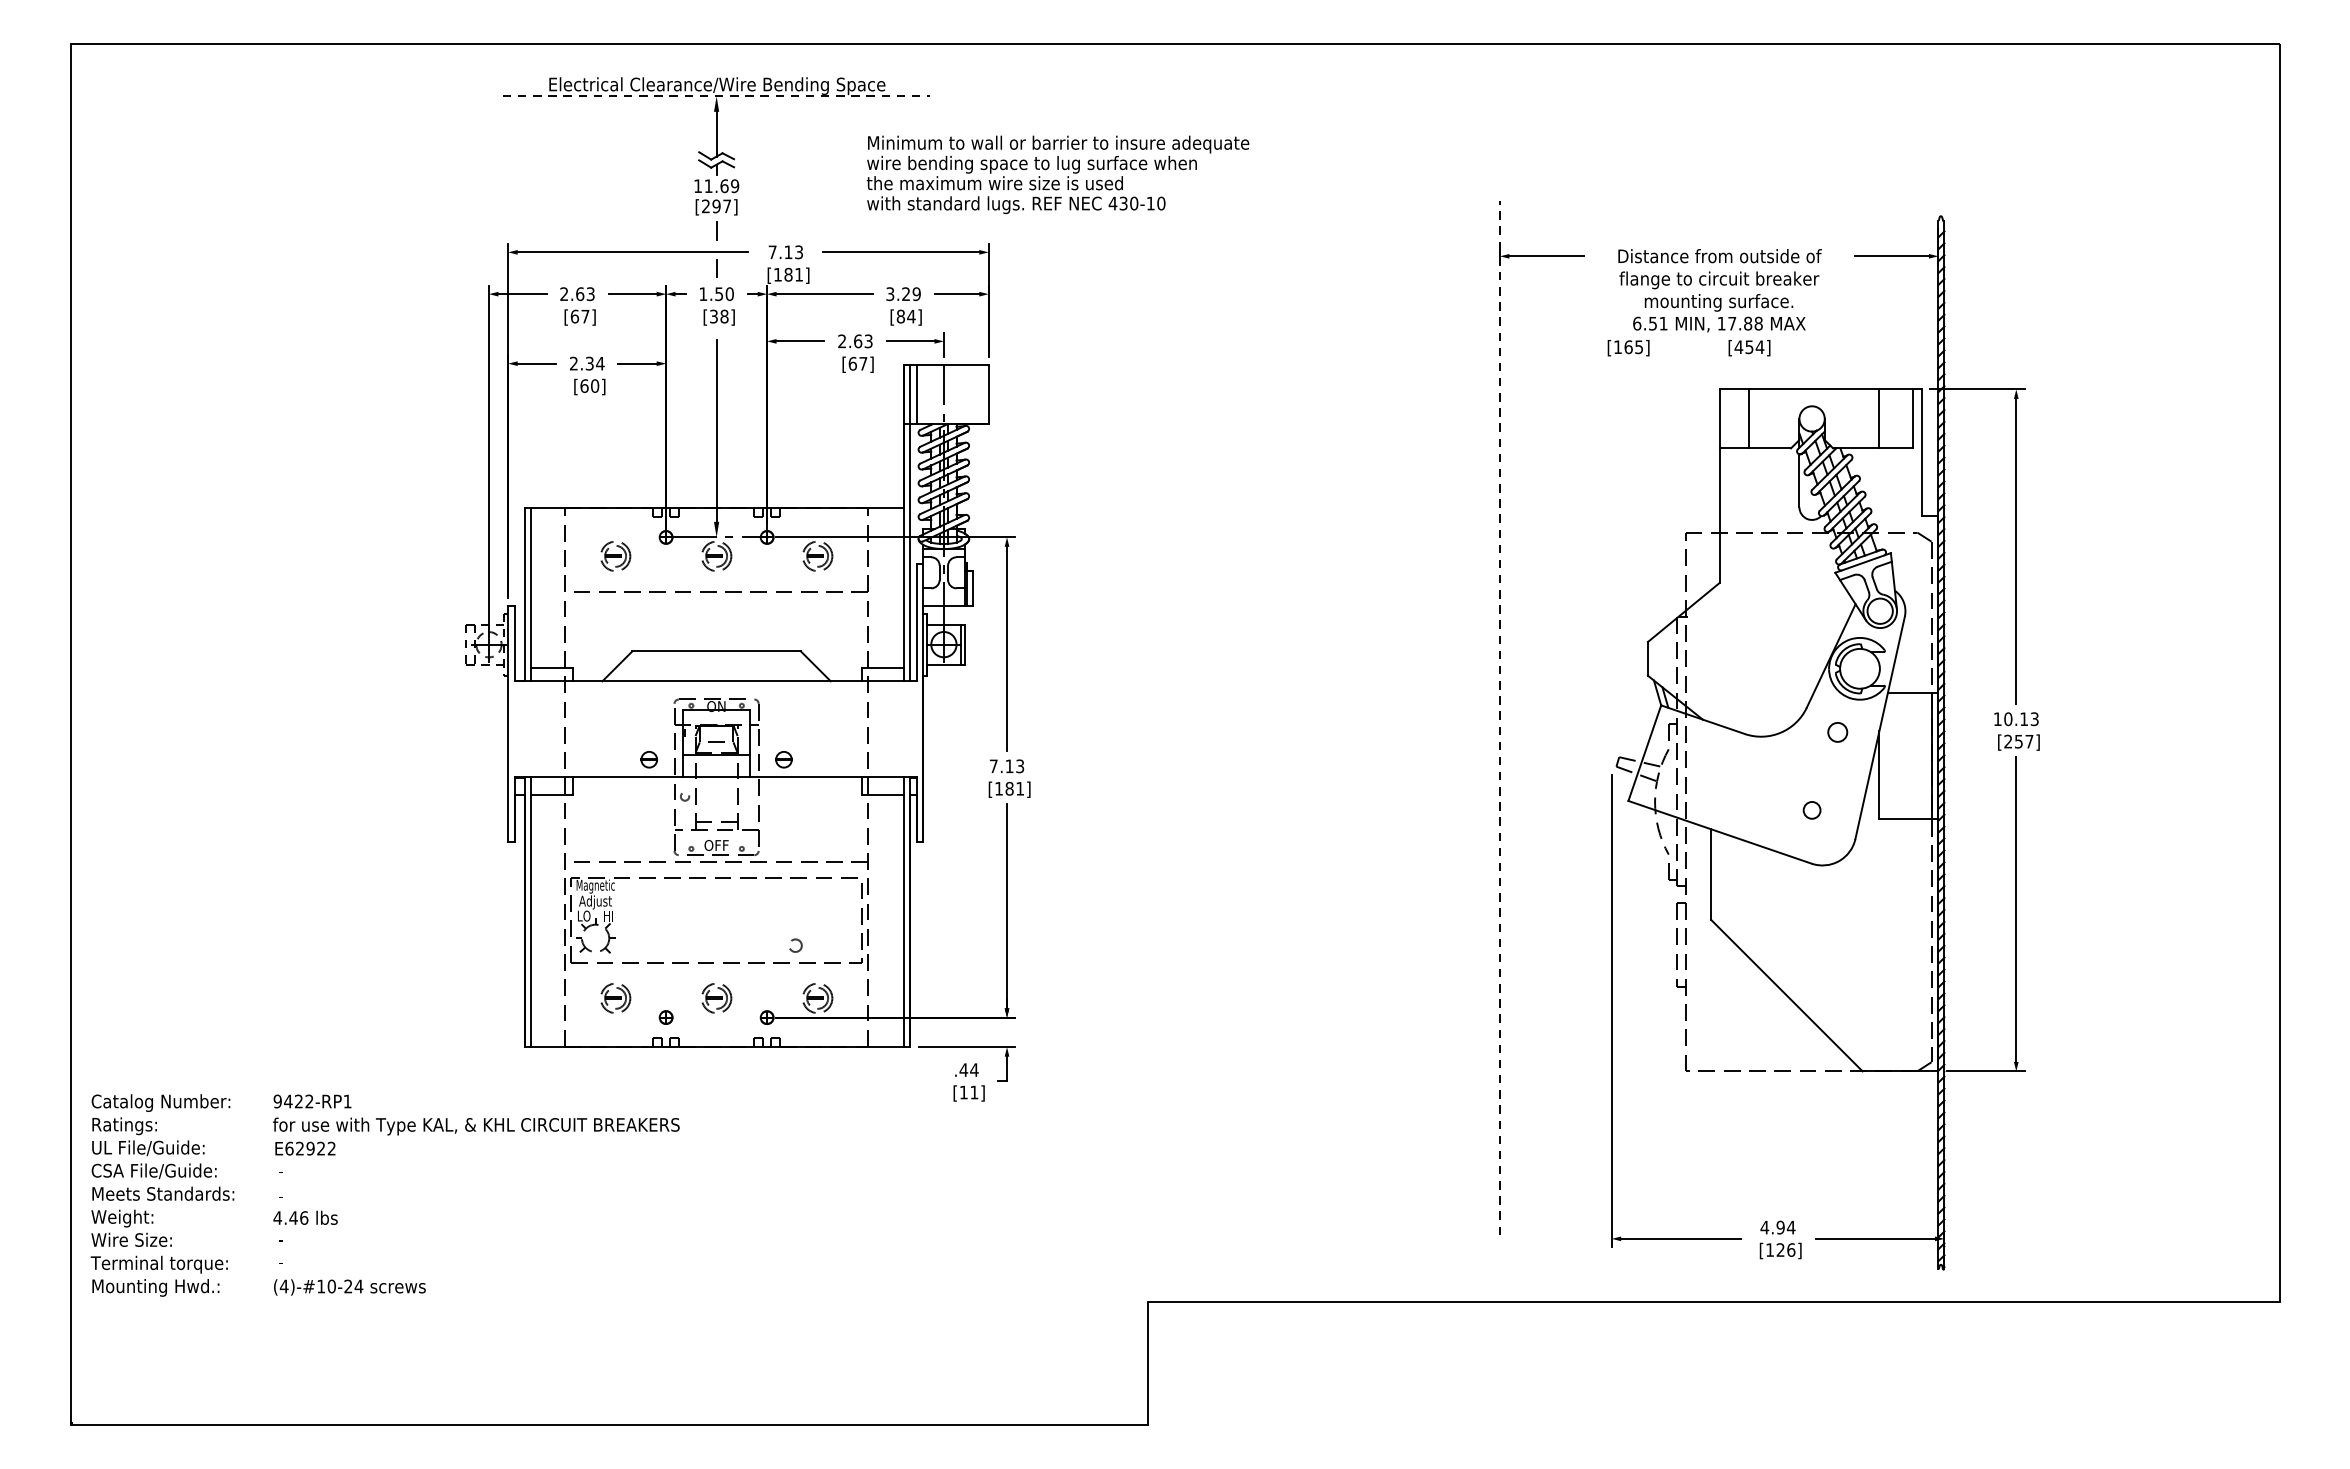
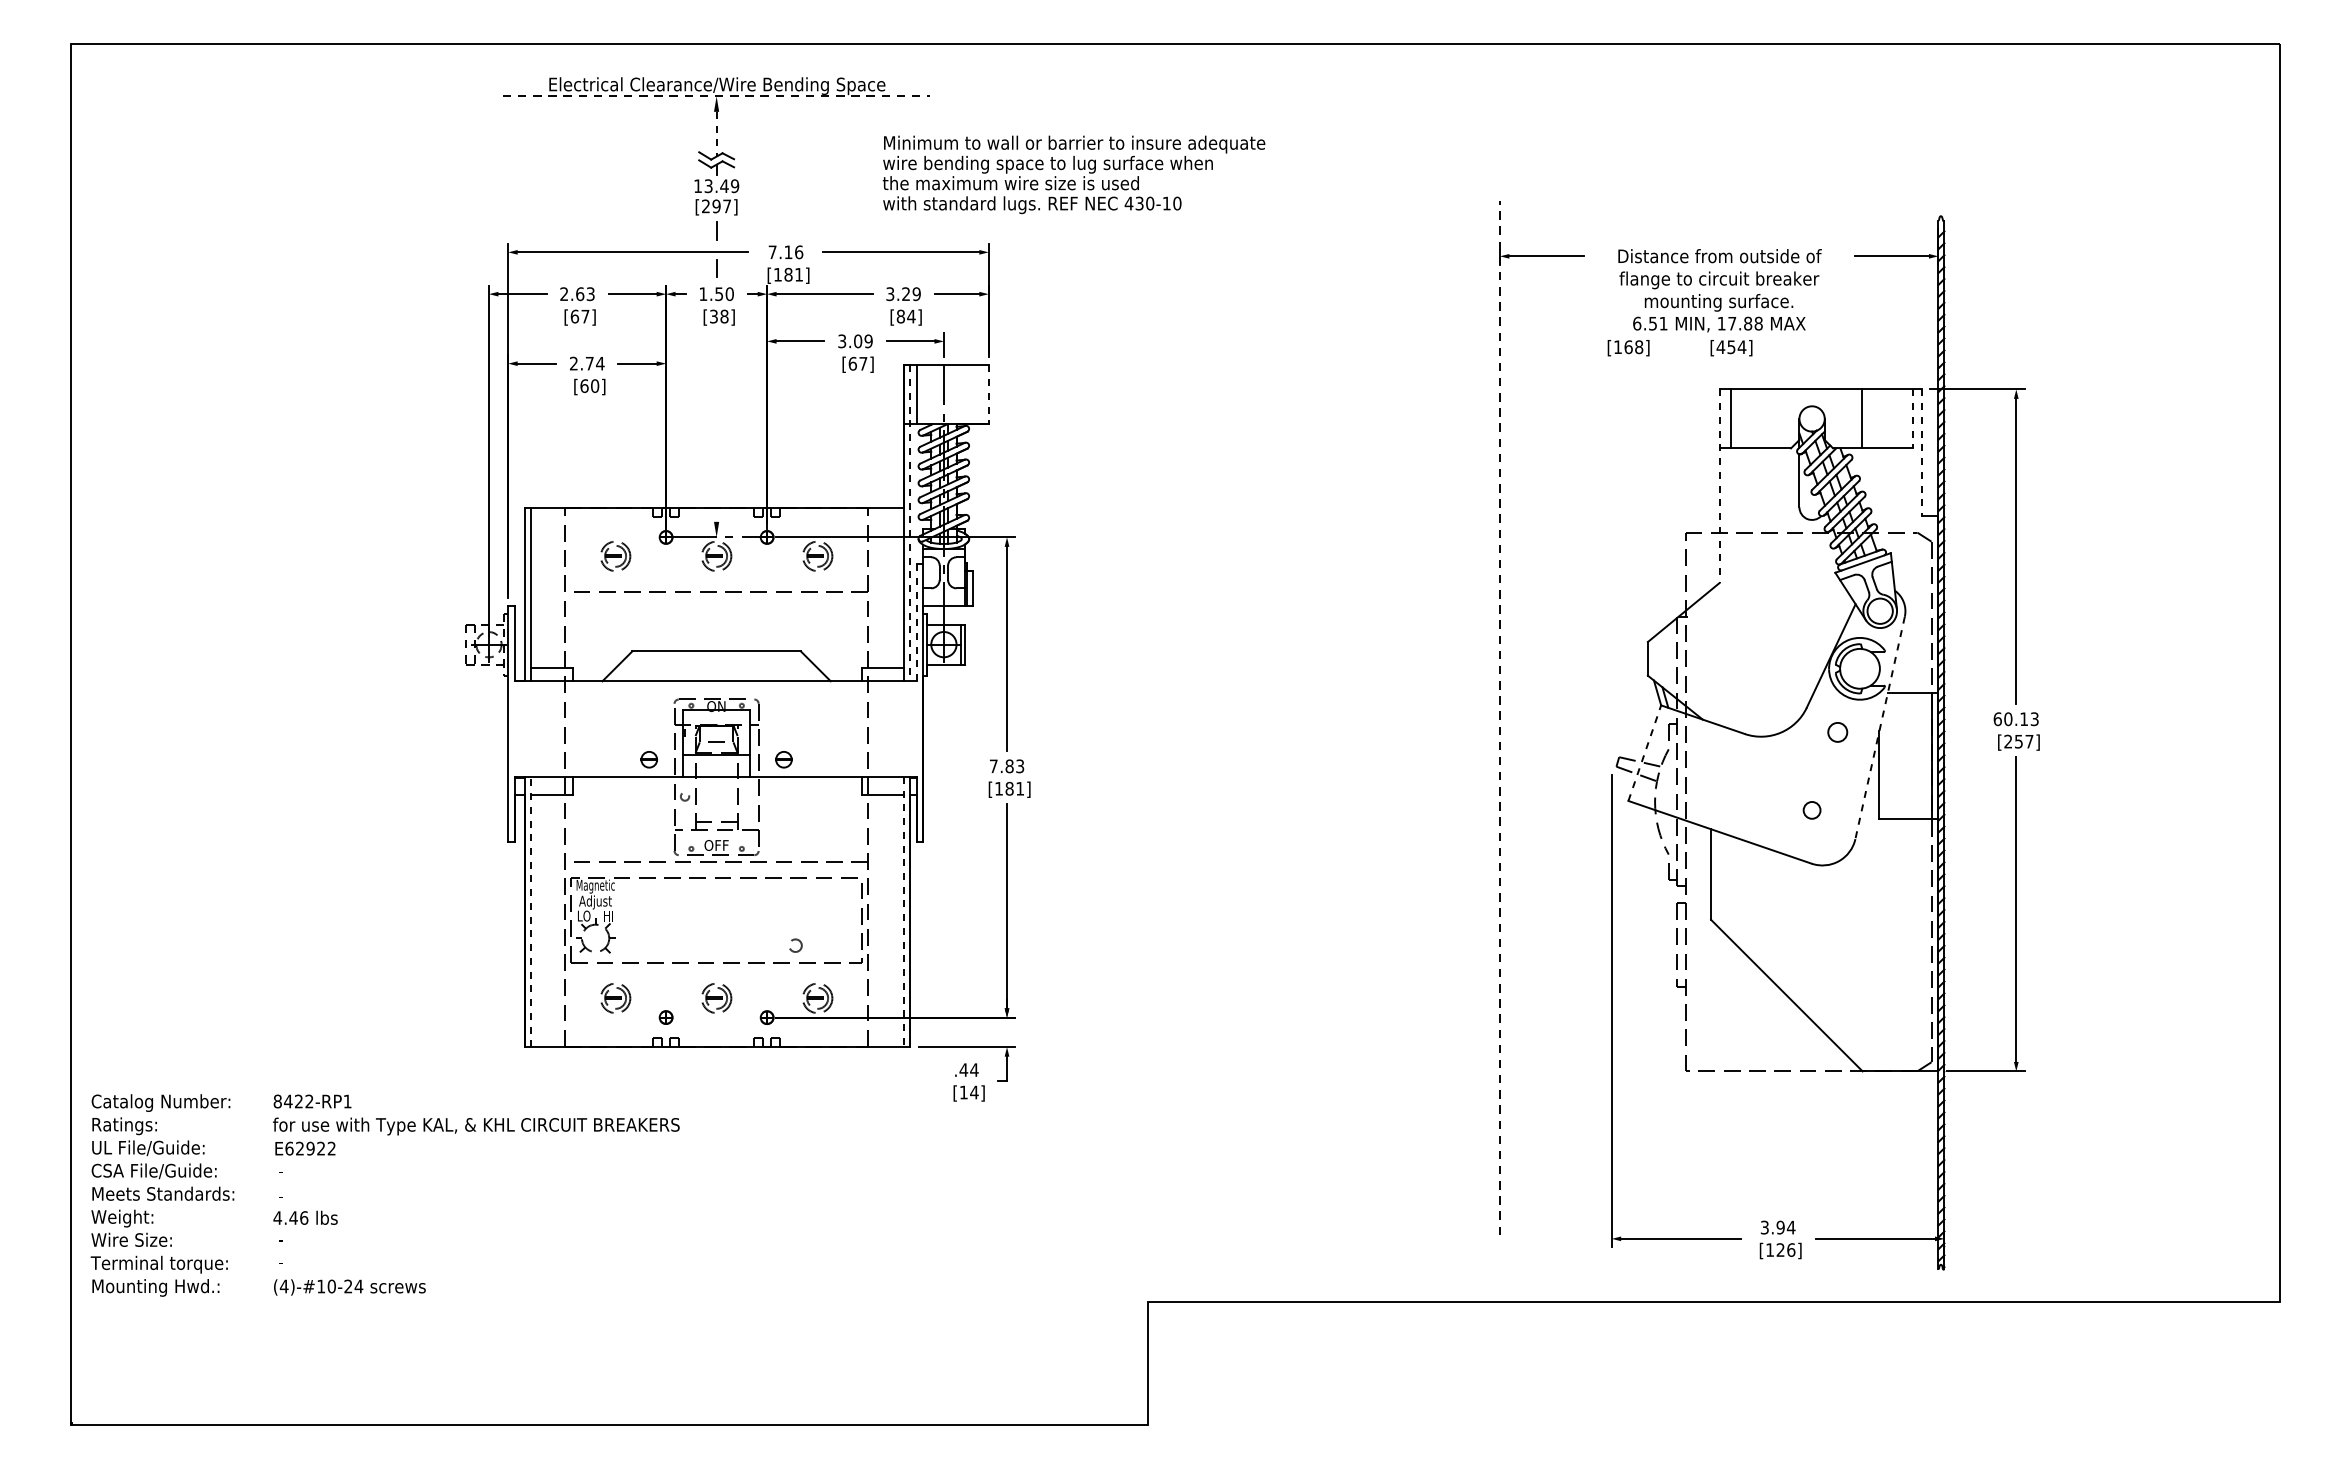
line at (716, 134): solid -> dashed
text at (1057, 174) position: (1057, 174) -> (1073, 174)
text at (716, 186): 11.69 -> 13.49
text at (799, 252): 7.13 -> 7.16
text at (855, 341): 2.63 -> 3.09
text at (1639, 347): [165] -> [168]
text at (1749, 348) position: (1749, 348) -> (1731, 348)
text at (589, 363): 2.34 -> 2.74
line at (988, 395): solid -> dashed
line at (1748, 418) position: (1748, 418) -> (1730, 418)
line at (1879, 418) position: (1879, 418) -> (1862, 418)
line at (1913, 419): solid -> dashed
line at (716, 431): present -> none
line at (1921, 453): solid -> dashed
line at (1719, 486): solid -> dashed
line at (910, 523): solid -> dashed
line at (916, 622): solid -> dashed
text at (1997, 719): 10.13 -> 60.13
line at (1880, 727): solid -> dashed
line at (1644, 753): solid -> dashed
text at (1009, 766): 7.13 -> 7.83
line at (531, 911): solid -> dashed
line at (903, 912): solid -> dashed
text at (974, 1092): [11] -> [14]
text at (277, 1101): 9422-RP1 -> 8422-RP1
text at (1764, 1227): 4.94 -> 3.94
